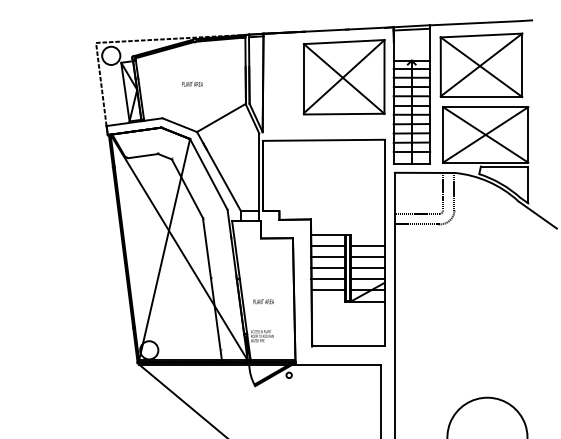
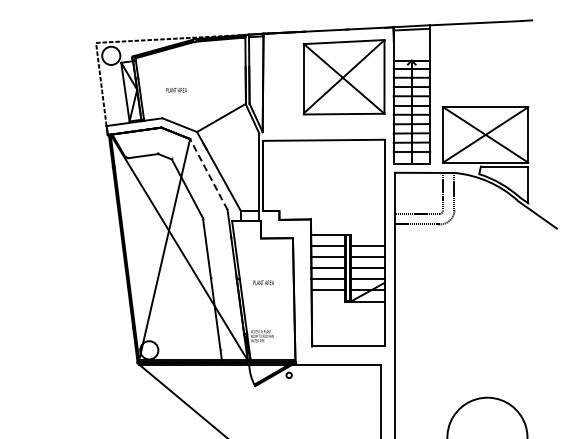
part at (481, 65): present -> none
text at (192, 84) position: (192, 84) -> (176, 90)
line at (208, 174): solid -> dashed
text at (263, 301) position: (263, 301) -> (263, 282)
